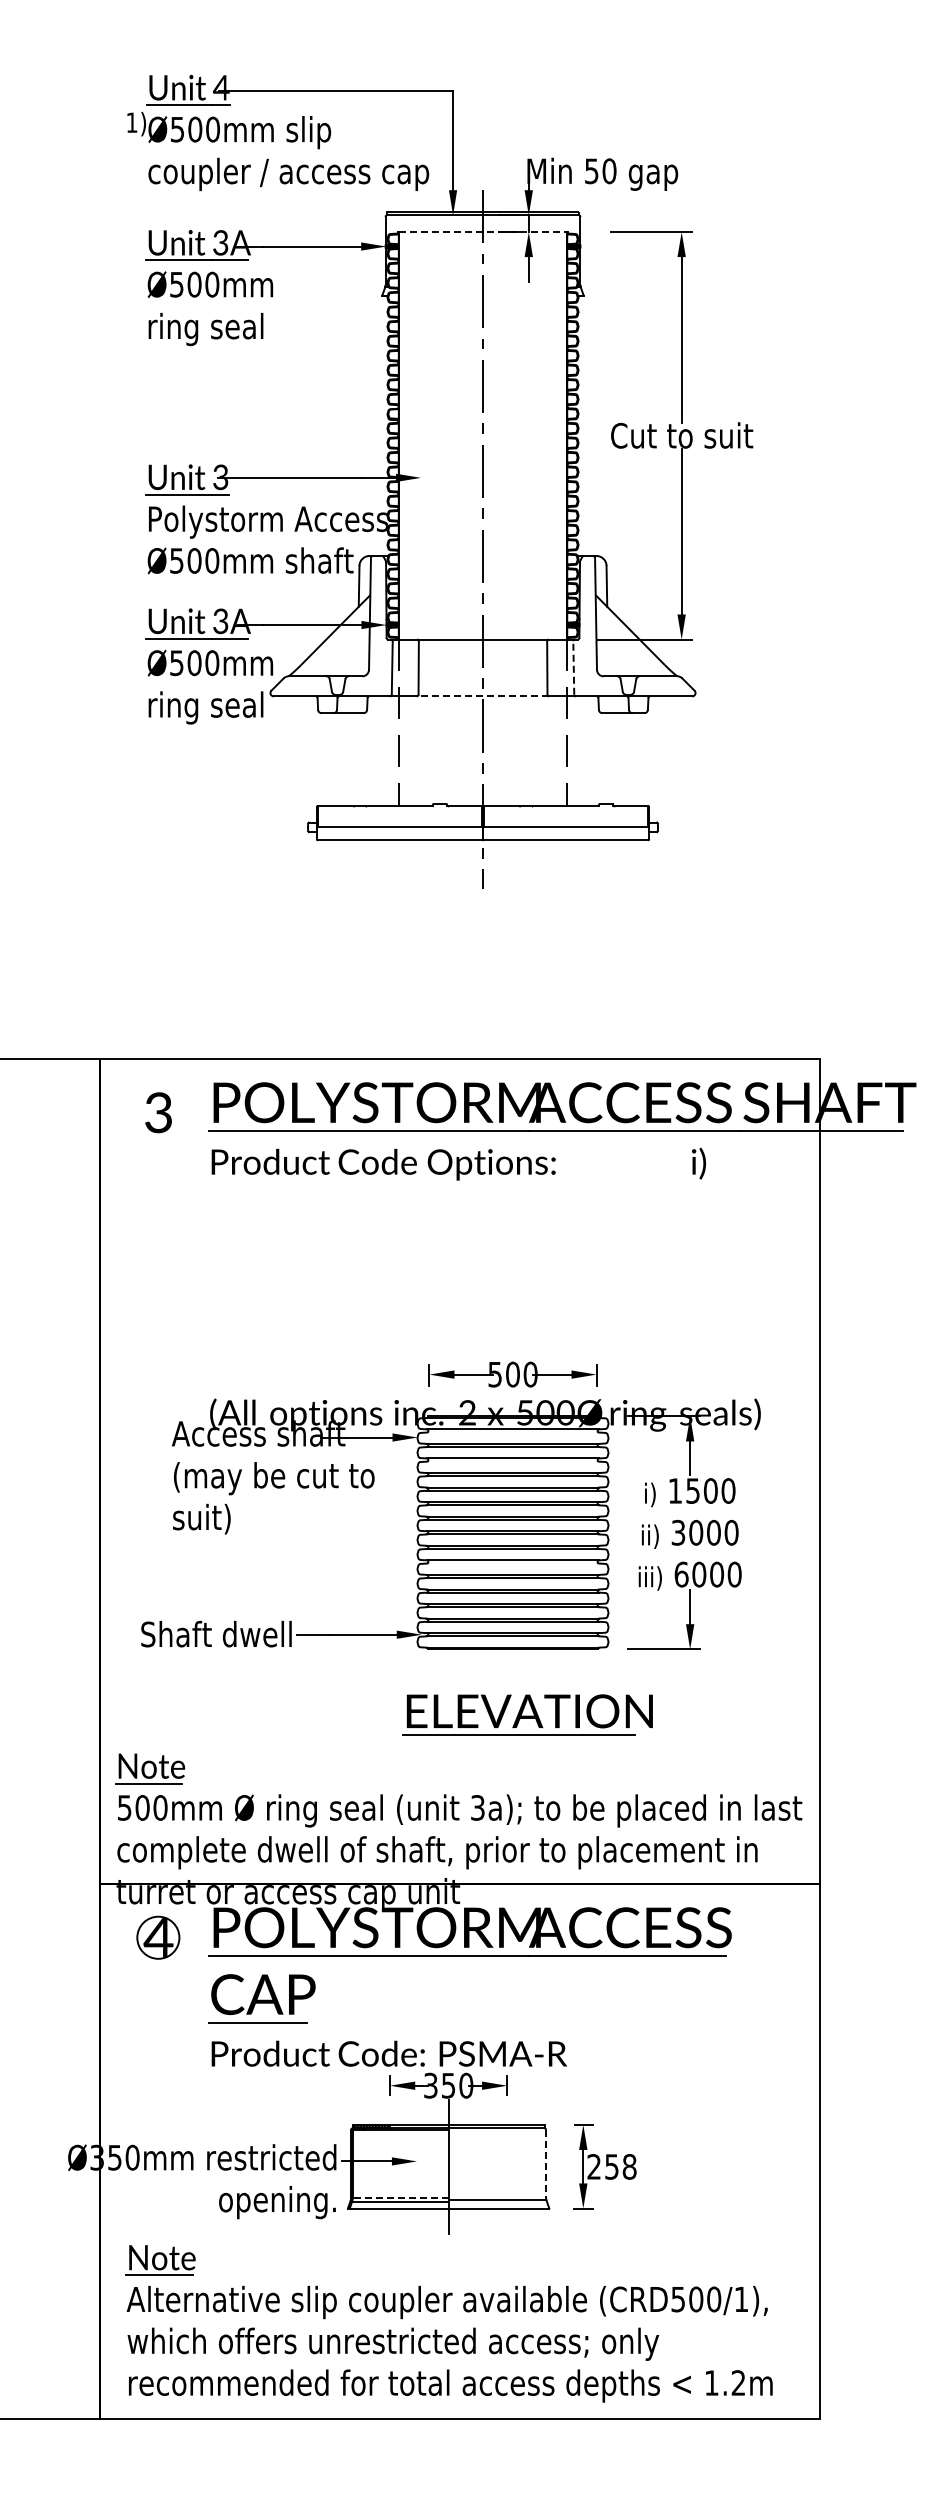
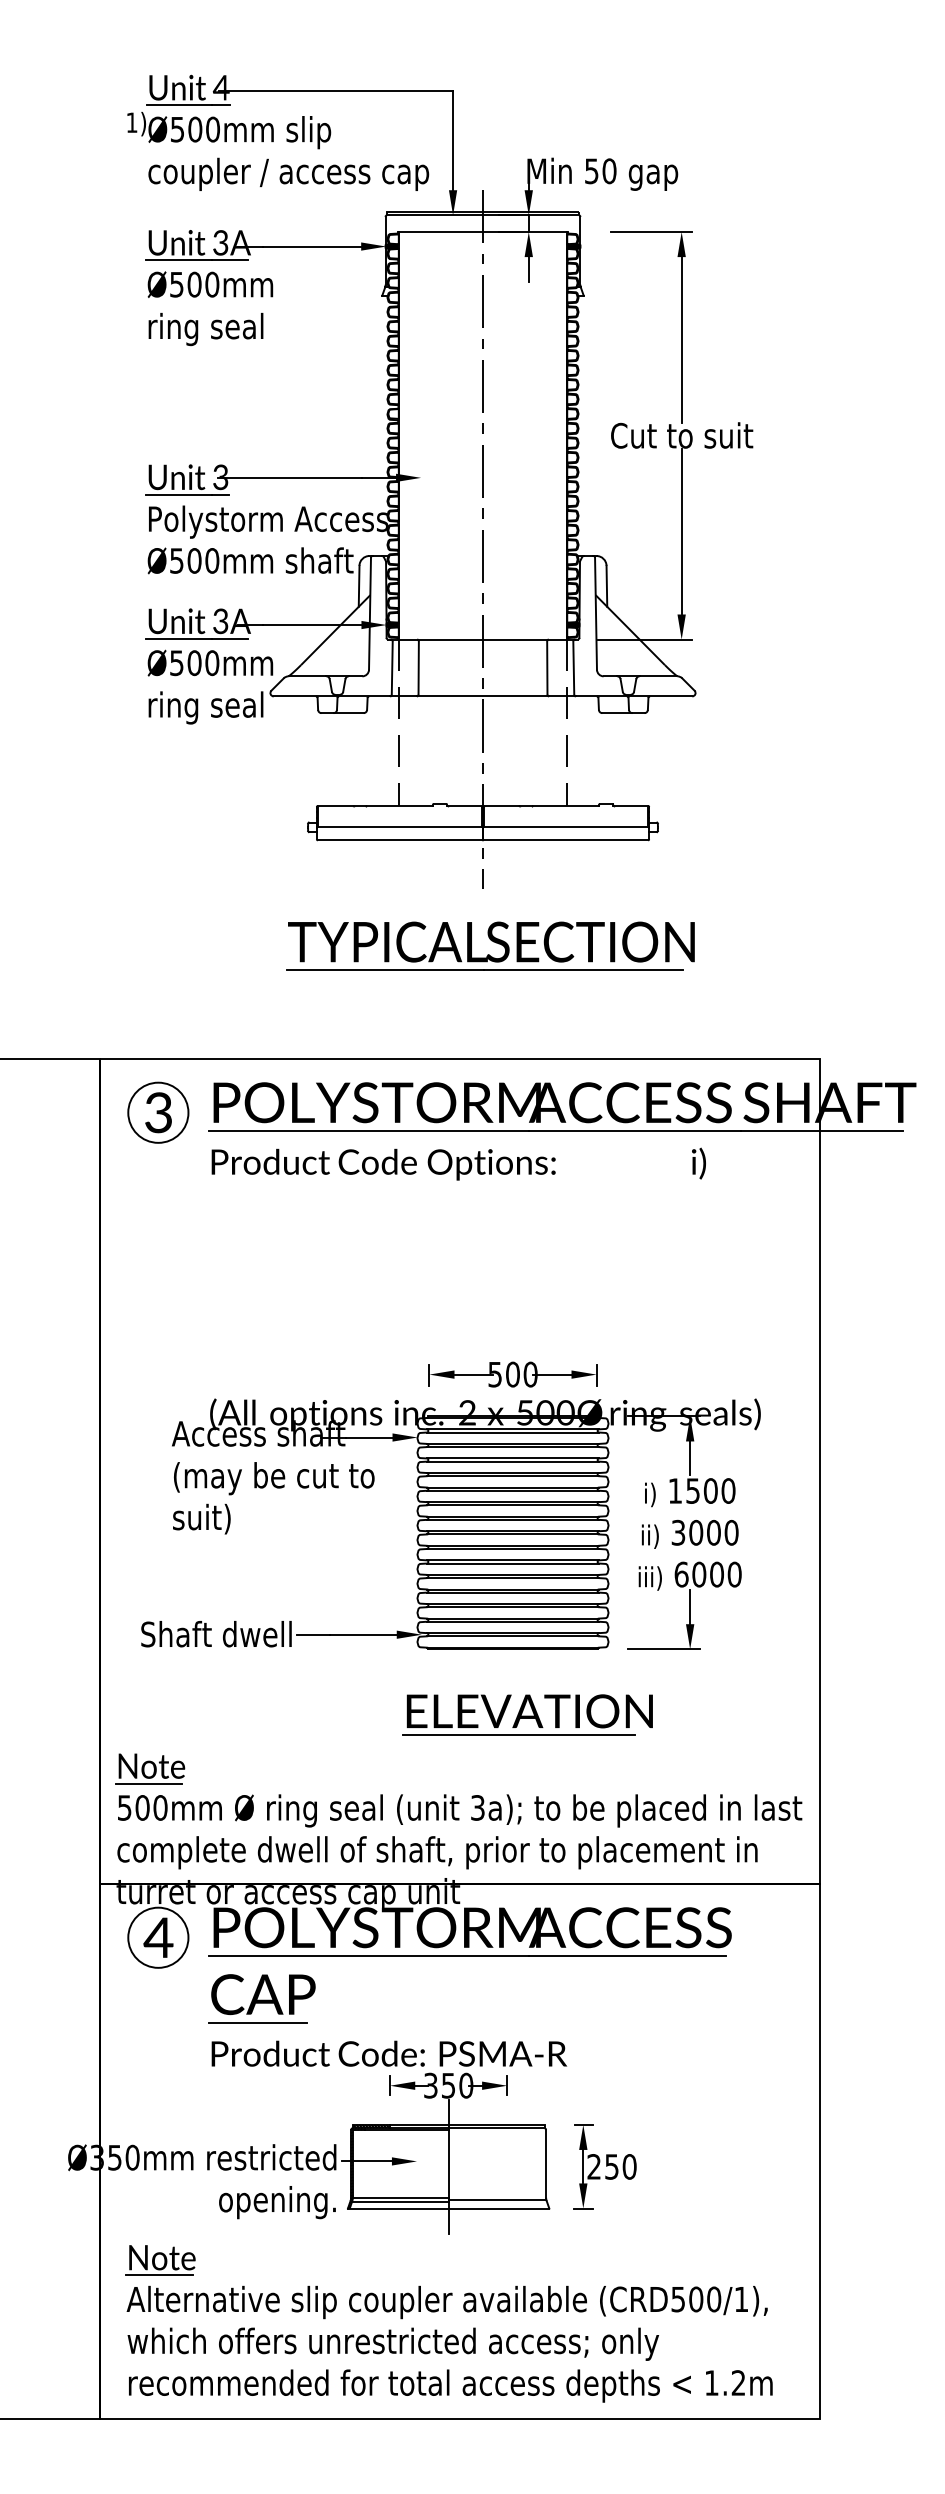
line at (483, 232): dashed -> solid
line at (573, 668): dashed -> solid
line at (482, 696): dashed -> solid
part at (490, 945): none -> present
circle at (158, 1112): none -> present
line at (512, 1432): none -> present
line at (512, 1461): none -> present
line at (512, 1563): none -> present
circle at (158, 1937) diameter: 42 px -> 60 px
line at (546, 2163): dashed -> solid
text at (629, 2166): 258 -> 250
line at (400, 2197): dashed -> solid
